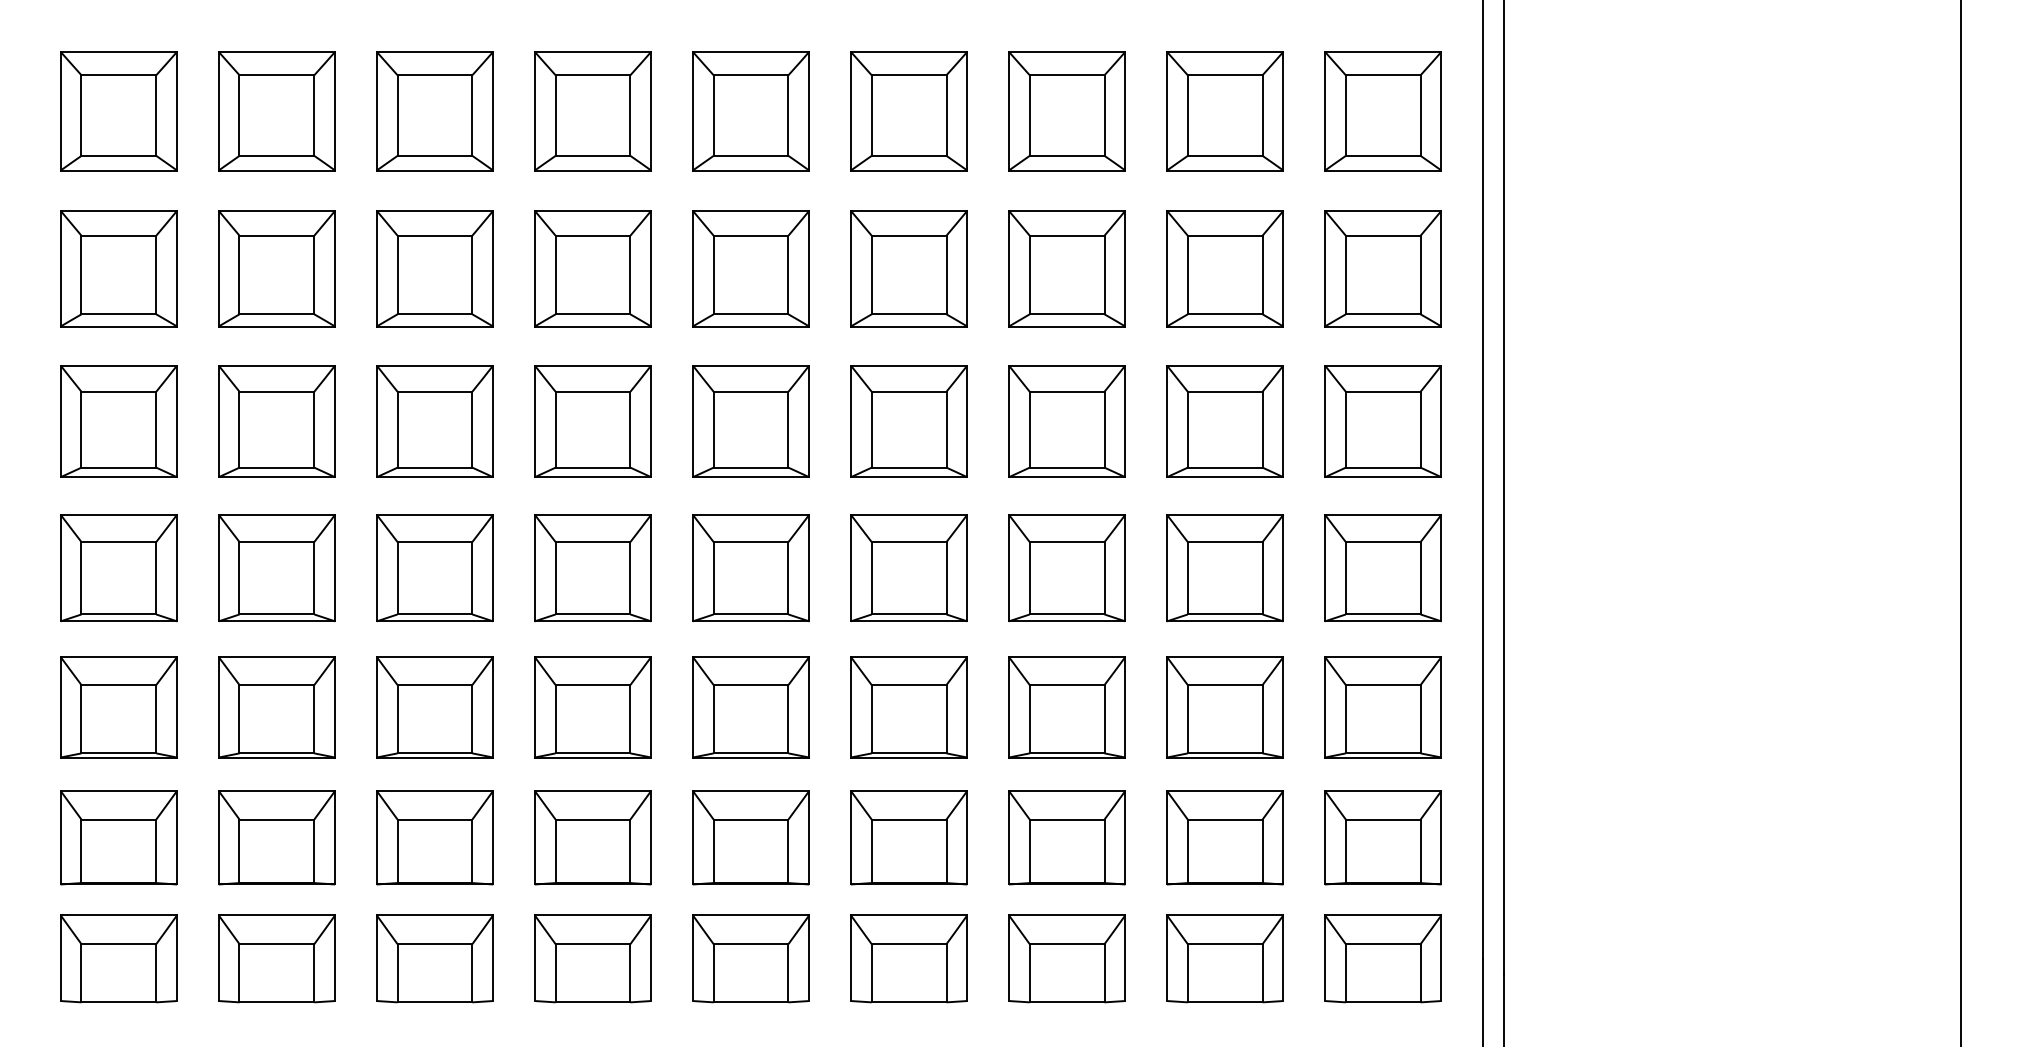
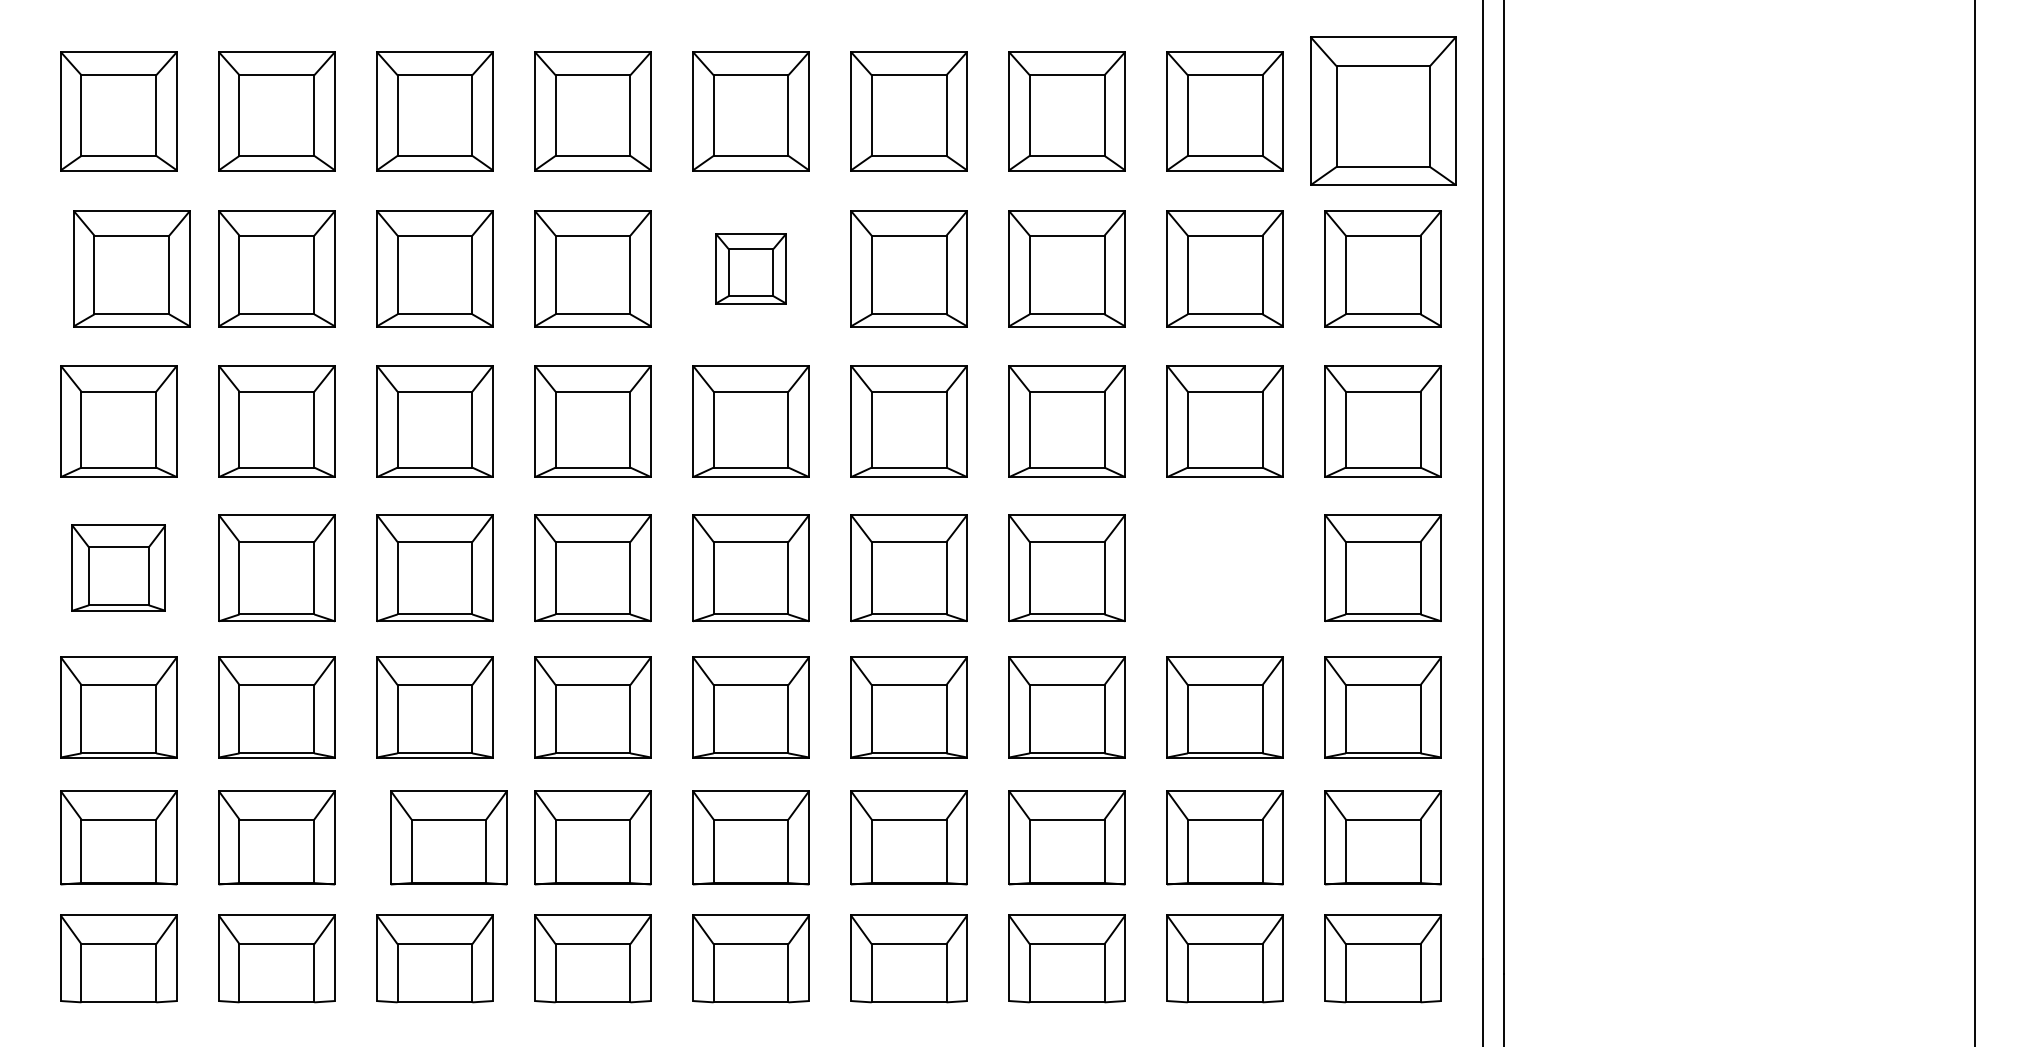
part at (1382, 111) size: 118x121 px -> 147x150 px
part at (118, 268) position: (118, 268) -> (131, 268)
part at (750, 268) size: 118x118 px -> 72x72 px
line at (1961, 522) position: (1961, 522) -> (1975, 522)
part at (118, 568) size: 118x109 px -> 95x88 px
part at (1224, 568): present -> none
part at (434, 837) position: (434, 837) -> (448, 837)
